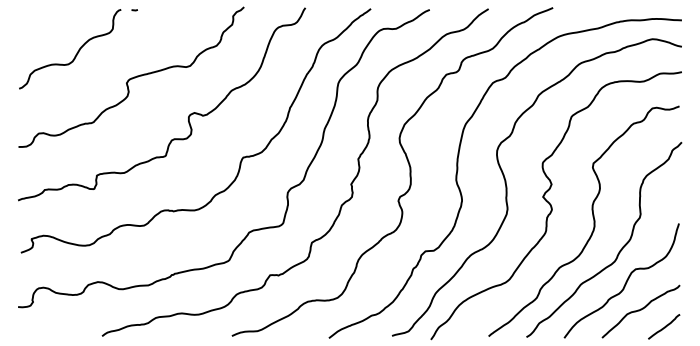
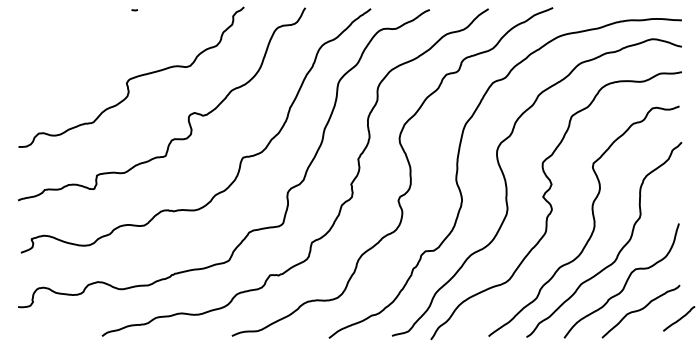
curve at (75, 54): present -> none
curve at (664, 326) position: (664, 326) -> (679, 318)
